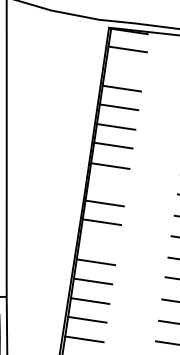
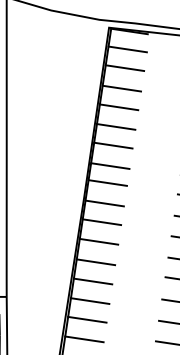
line at (124, 68): none -> present
line at (107, 182): none -> present
line at (98, 241): none -> present
